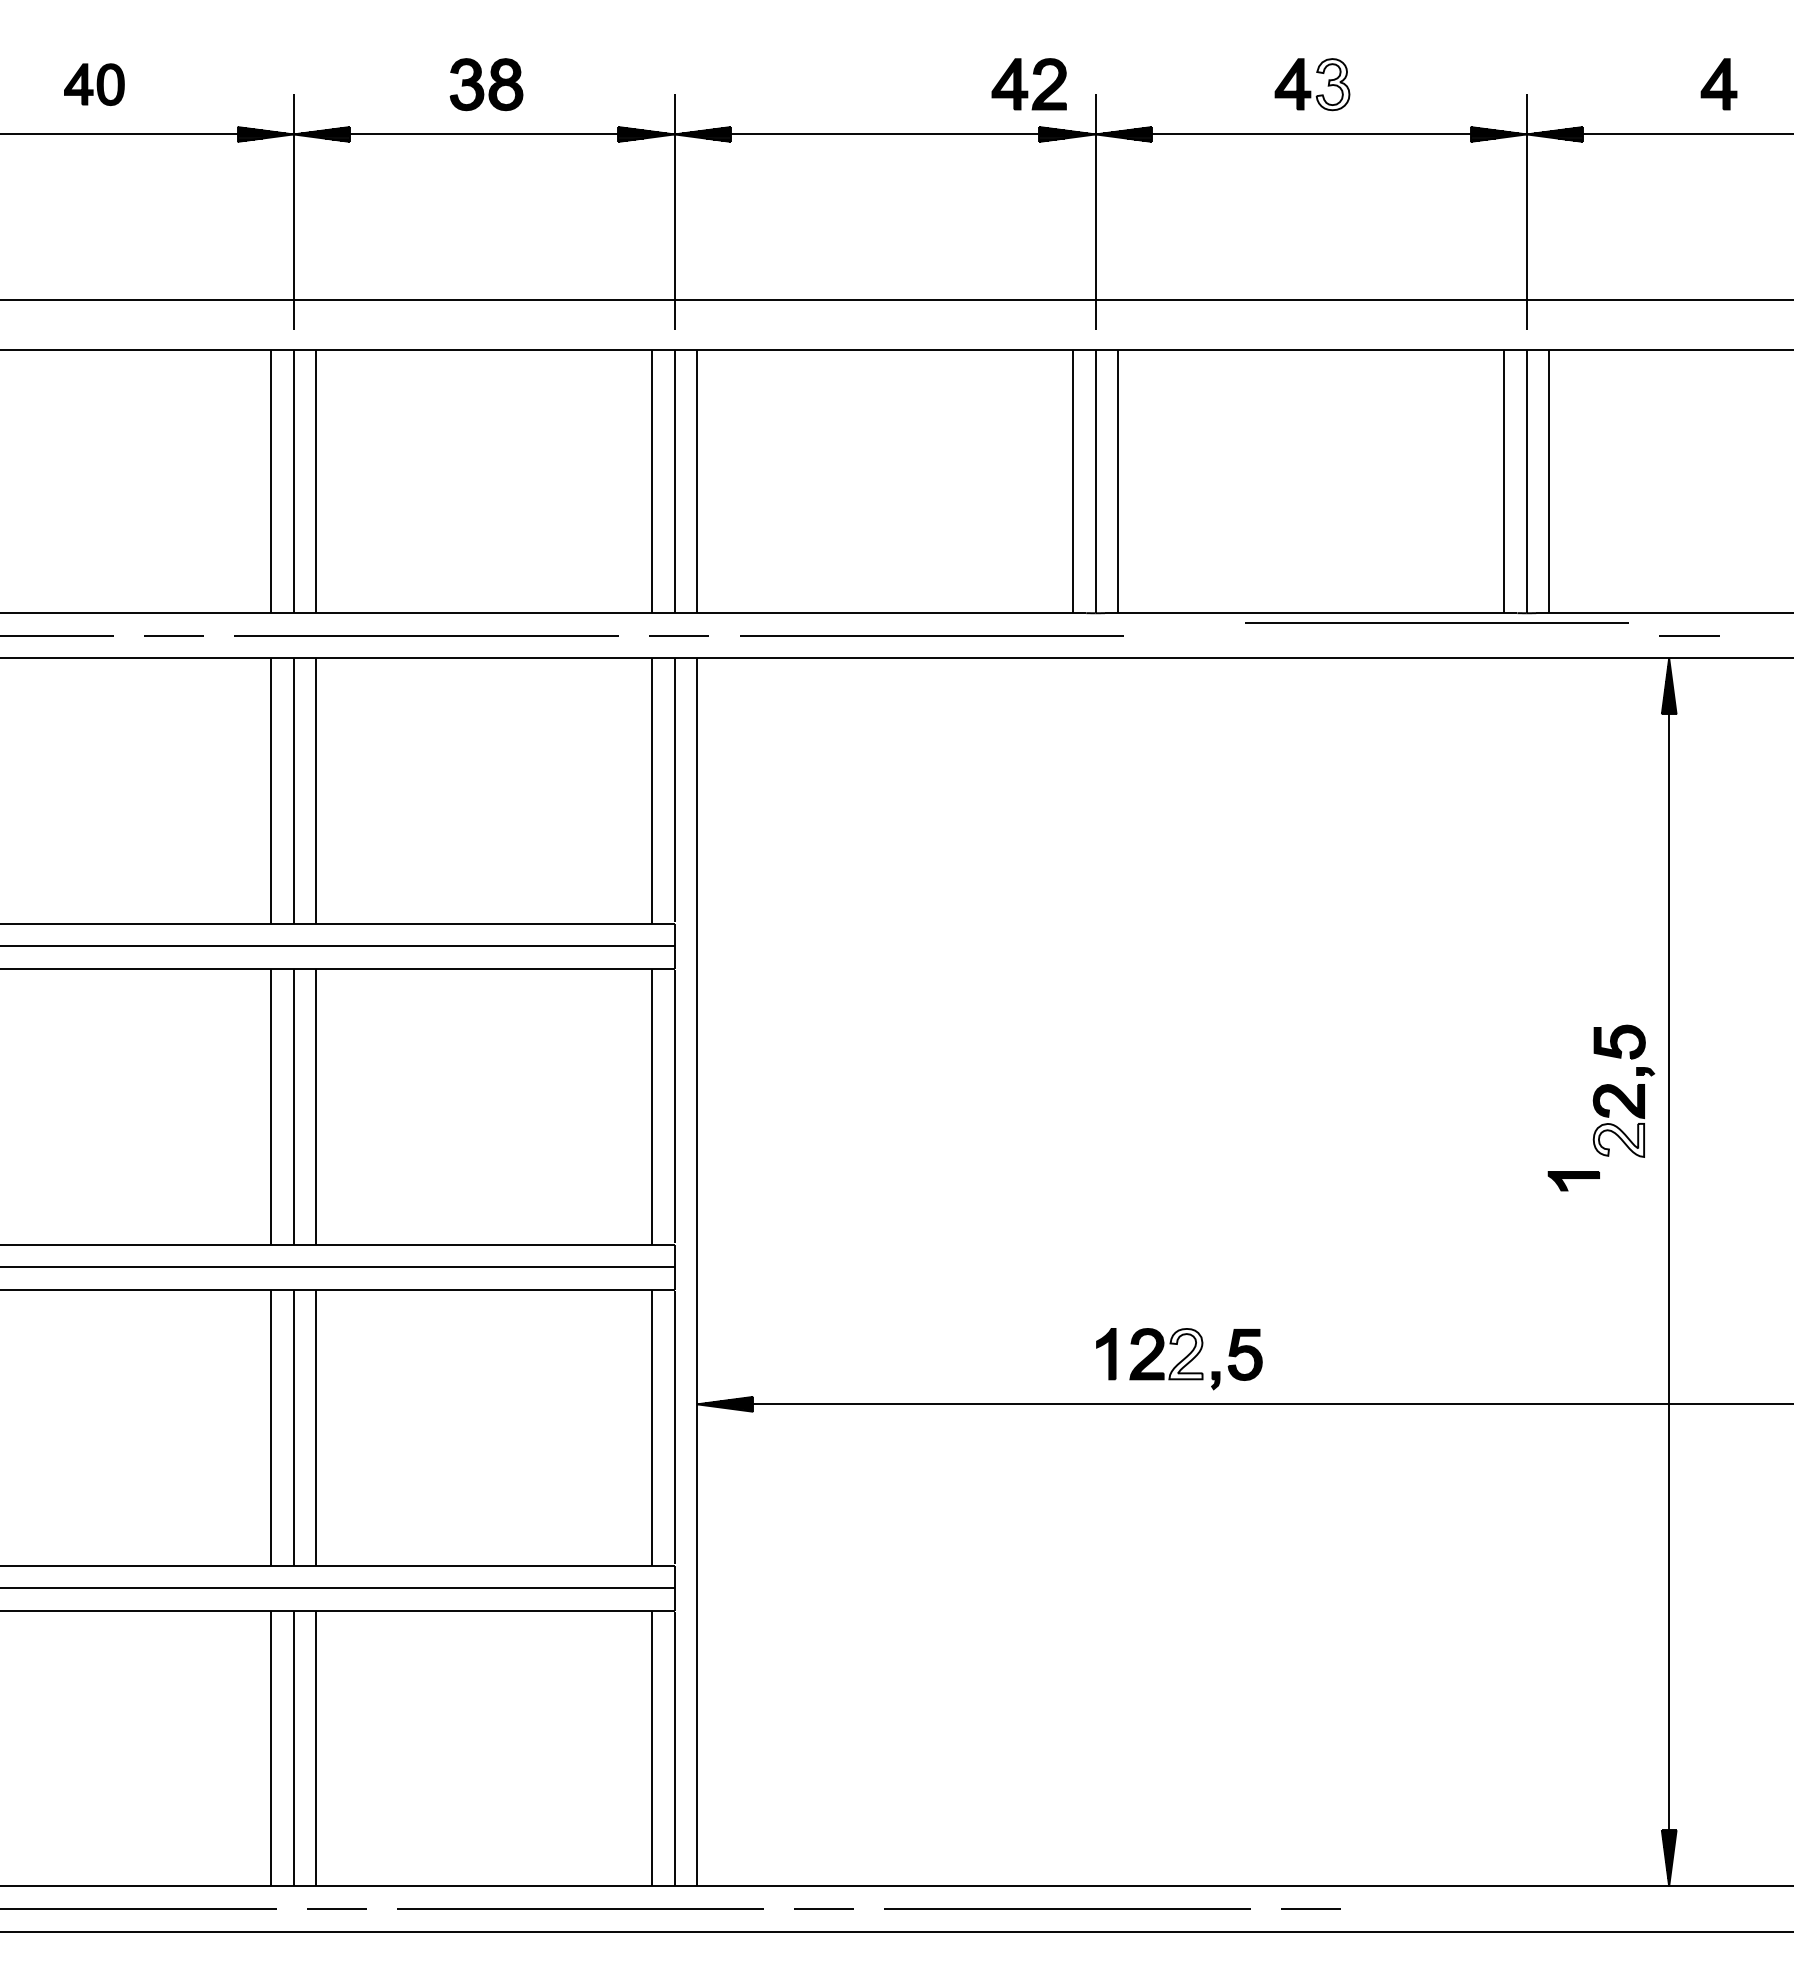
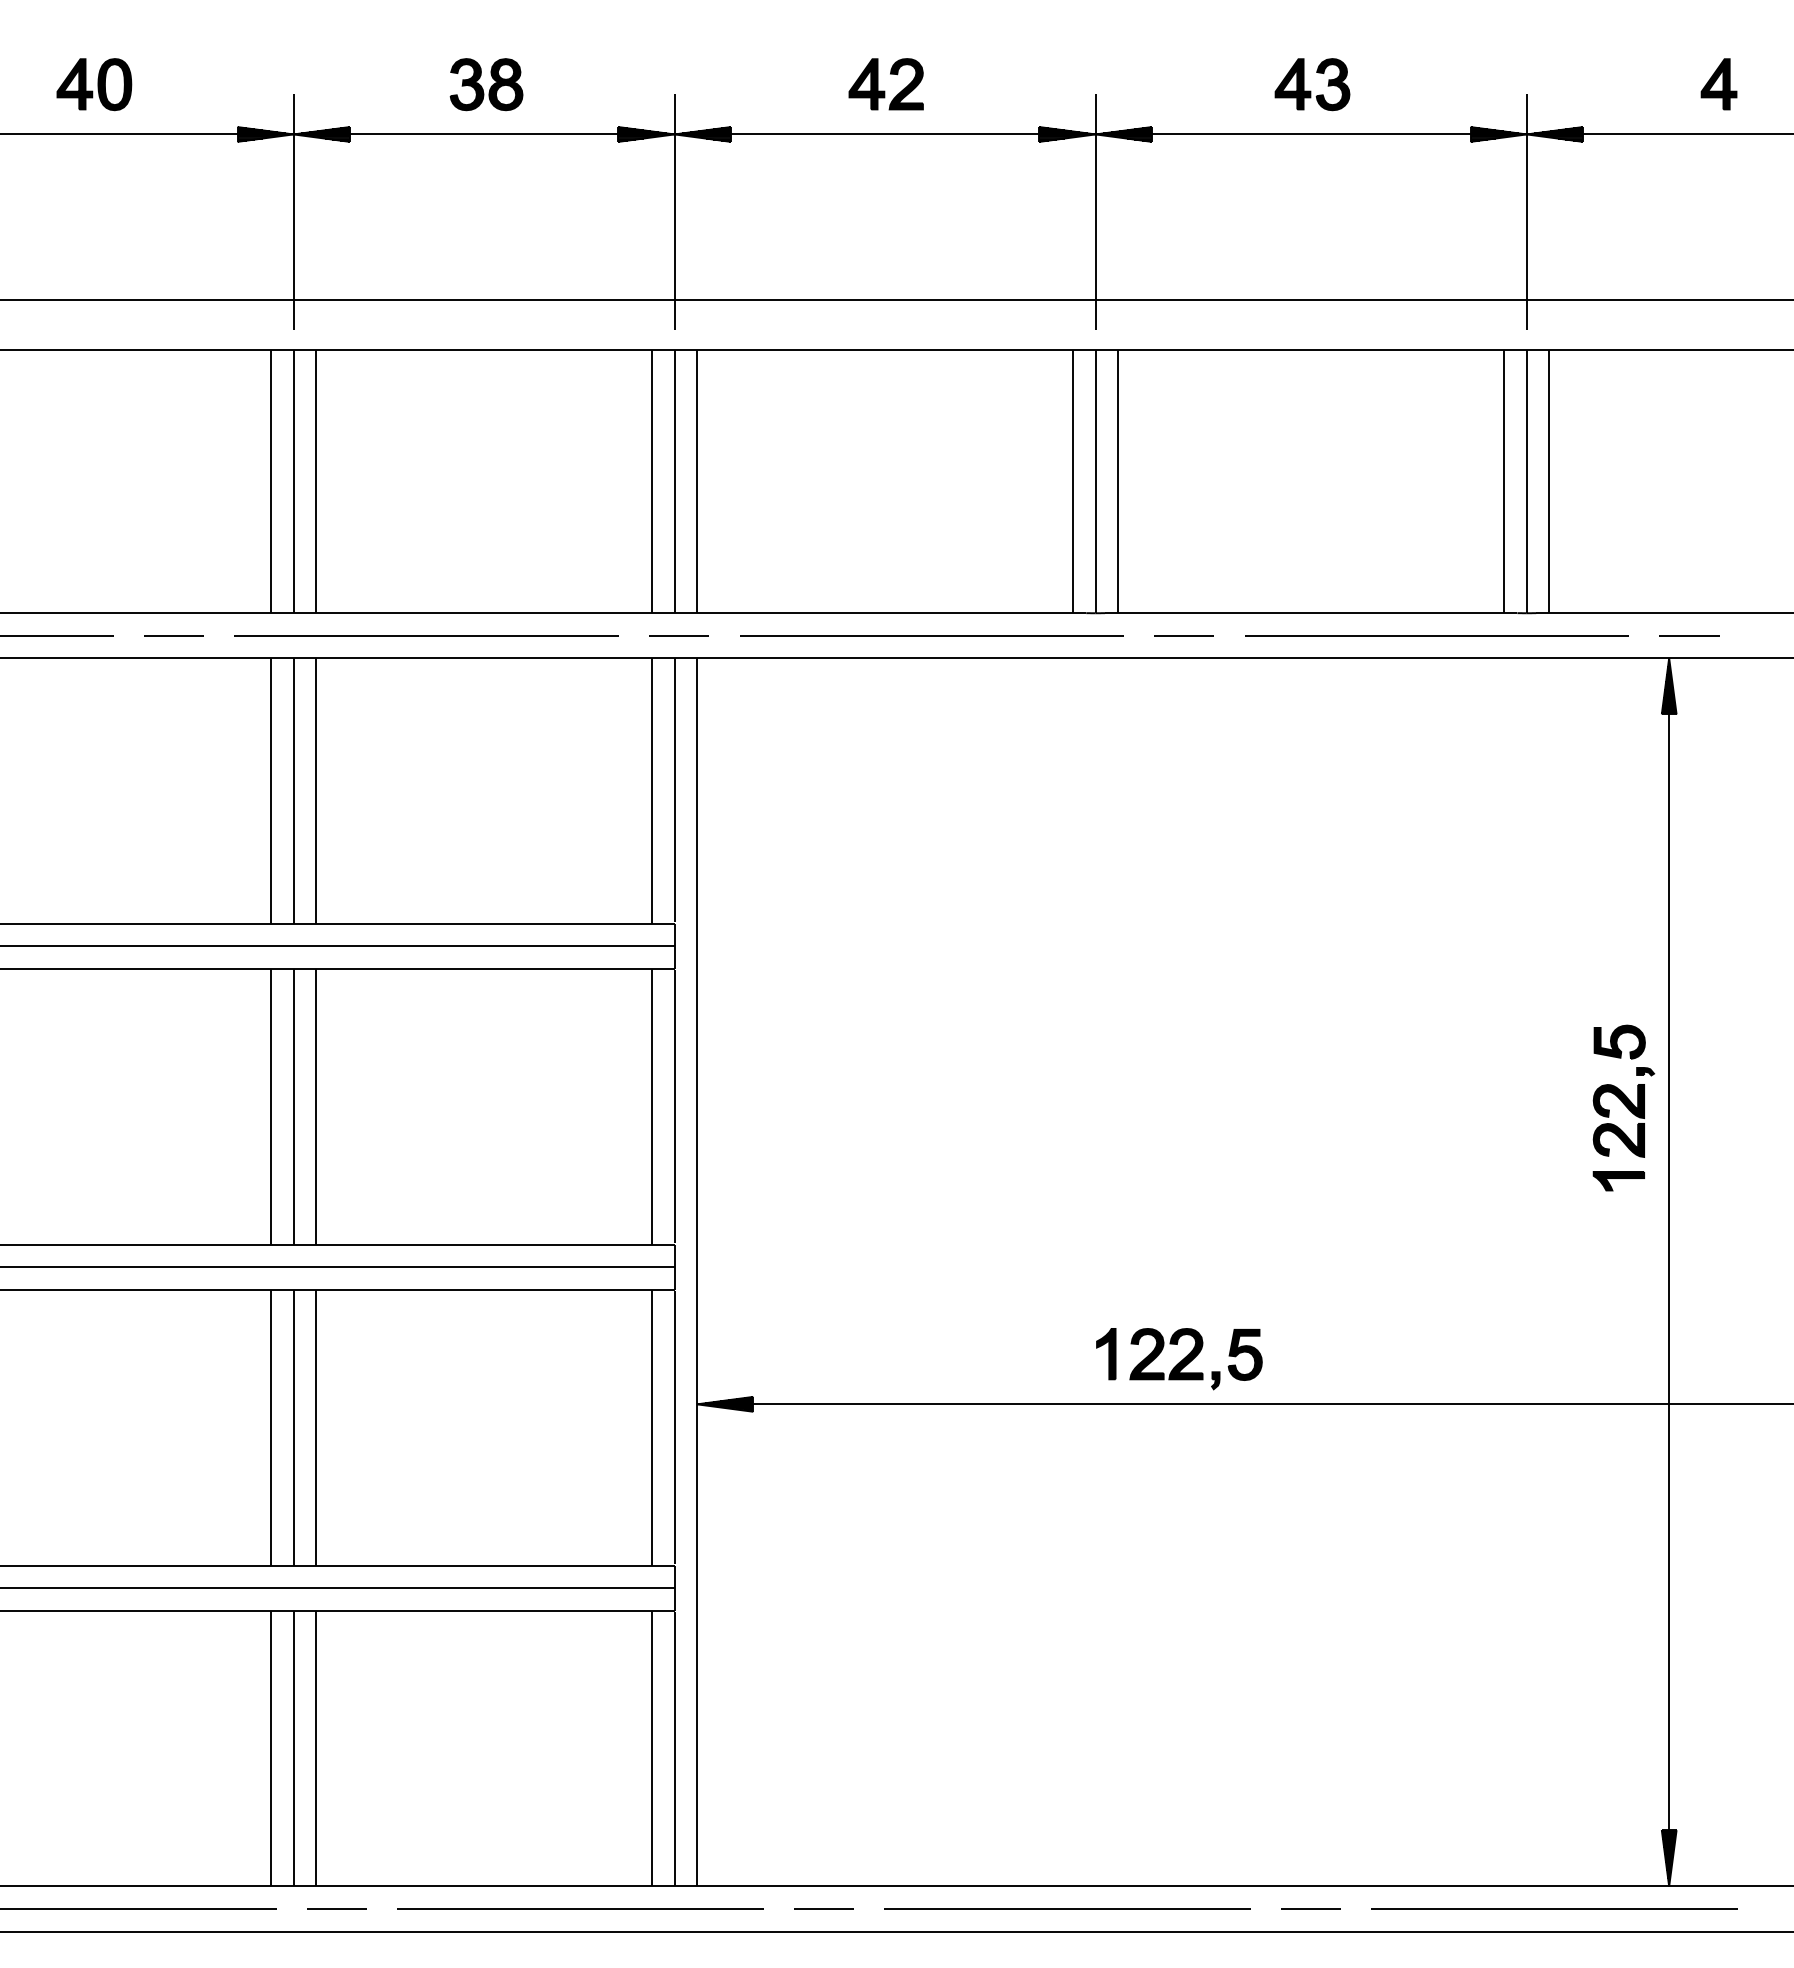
part at (94, 84) size: 61x43 px -> 77x54 px
fill at (1332, 84): none -> present
part at (1027, 90) position: (1027, 90) -> (884, 90)
line at (1436, 622) position: (1436, 622) -> (1436, 635)
line at (1183, 635): none -> present
fill at (1618, 1139): none -> present
part at (1573, 1181) position: (1573, 1181) -> (1618, 1181)
fill at (1185, 1353): none -> present
line at (1554, 1908): none -> present
